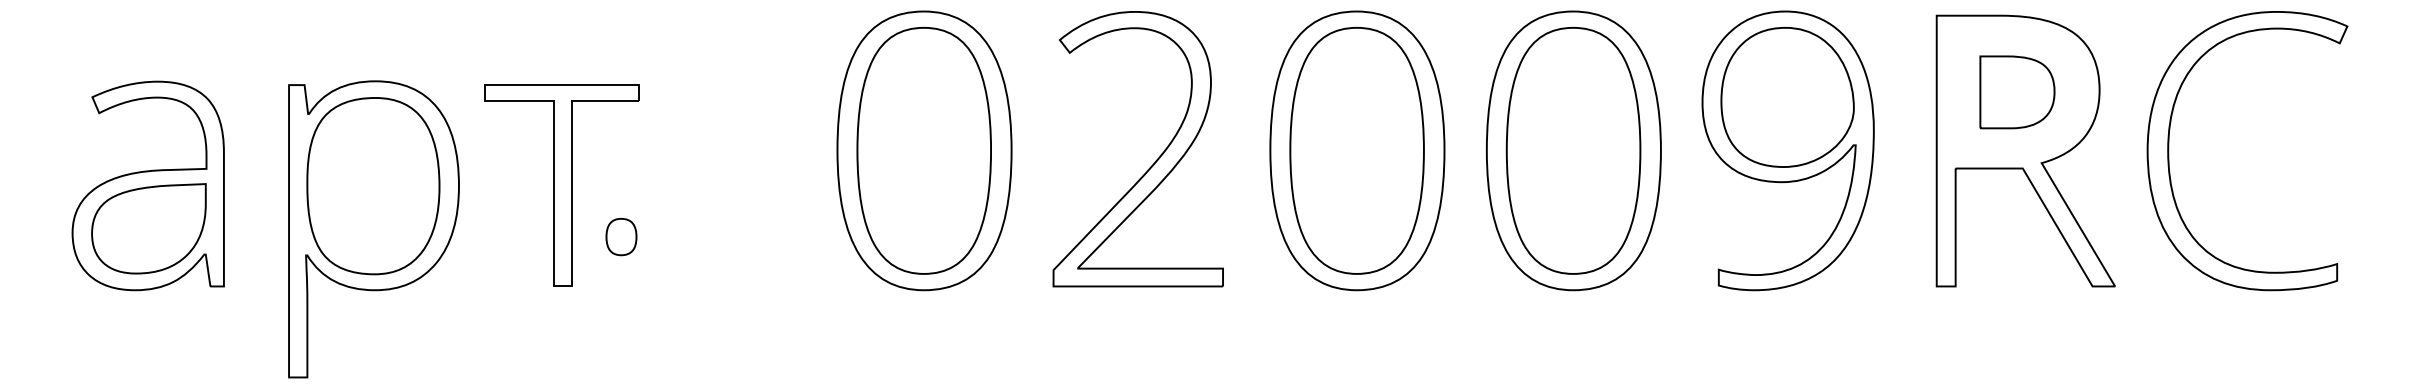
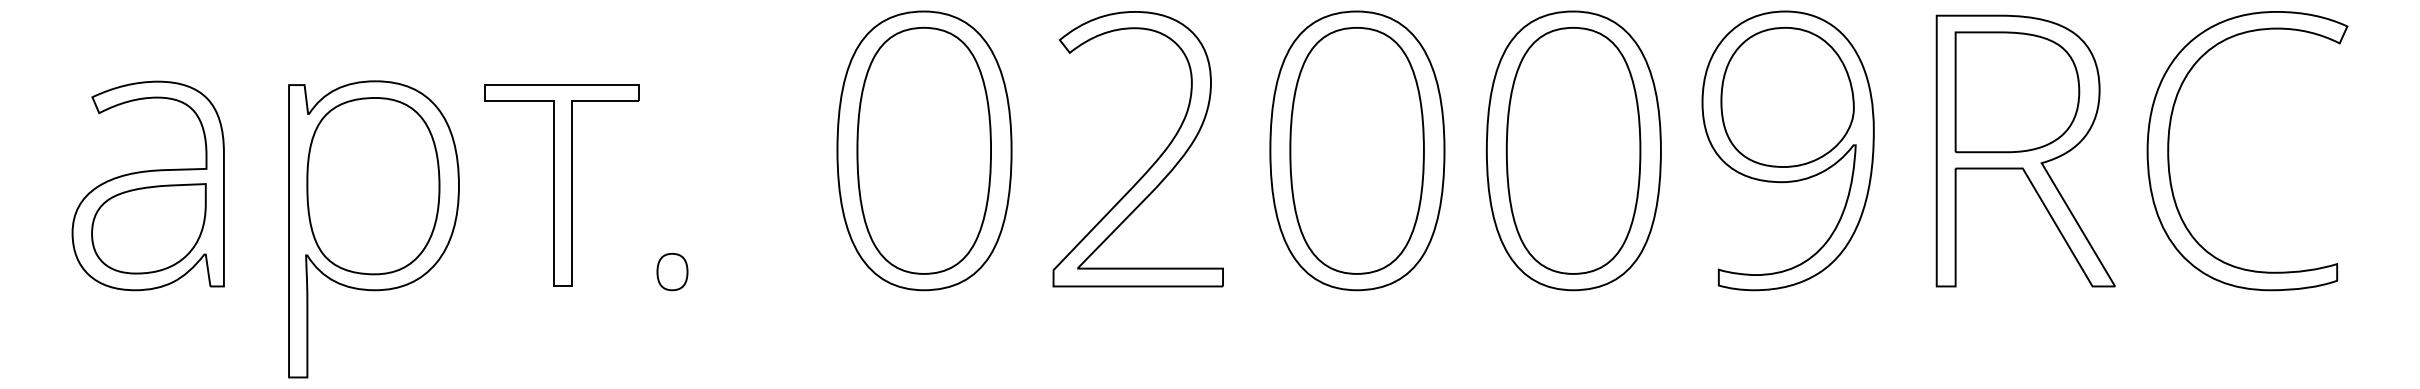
part at (2017, 92) size: 77x75 px -> 127x123 px
part at (621, 237) position: (621, 237) -> (672, 272)
